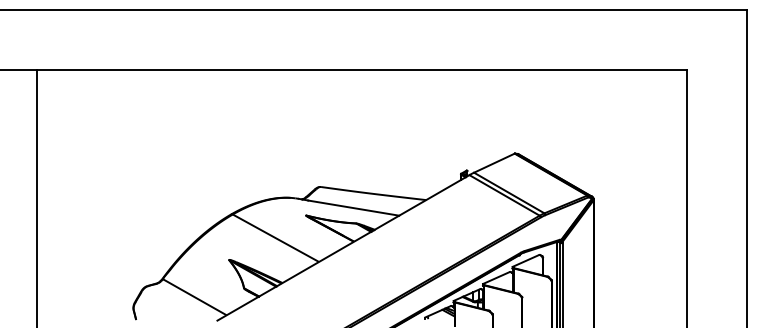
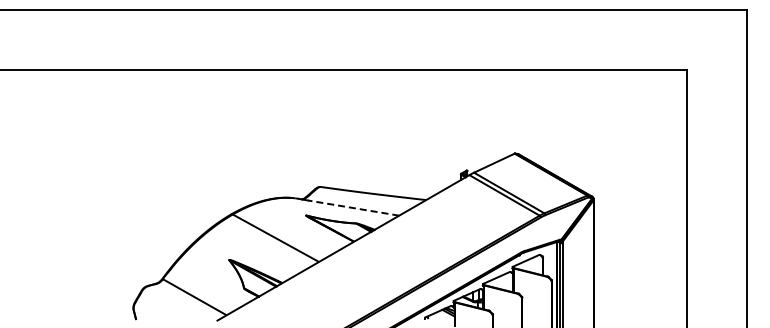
line at (37, 197): present -> none
line at (353, 208): solid -> dashed
